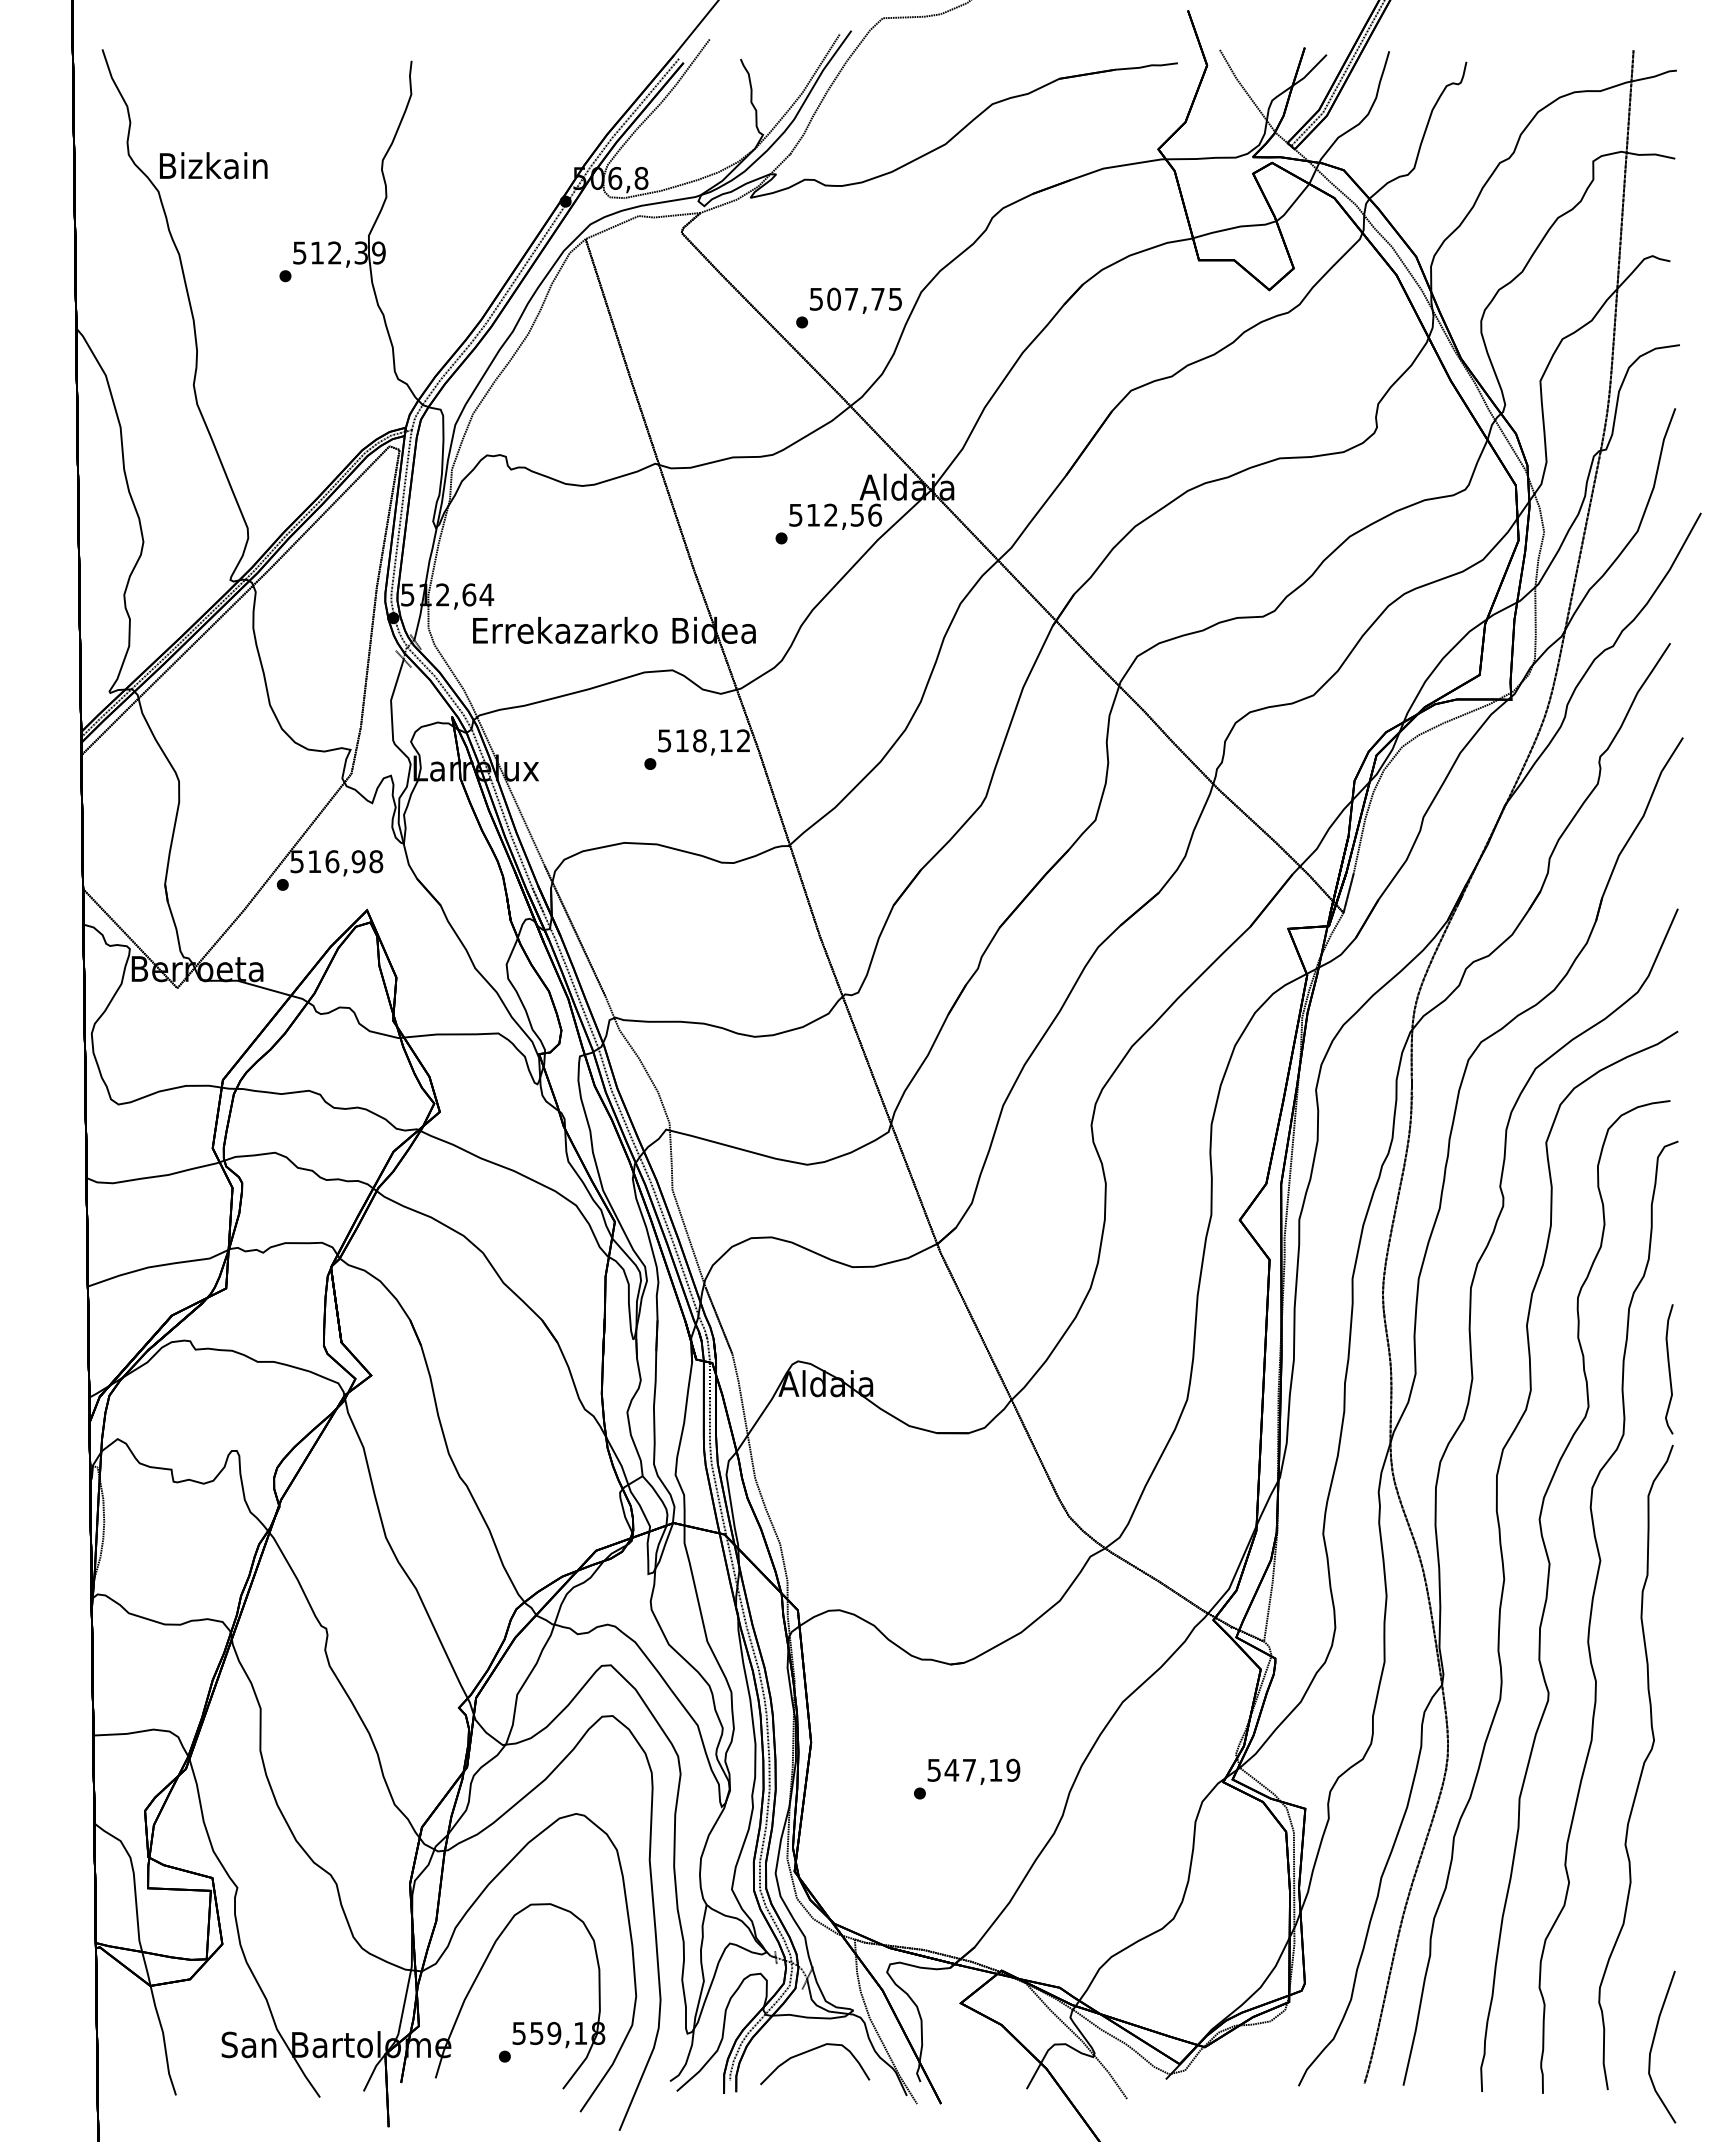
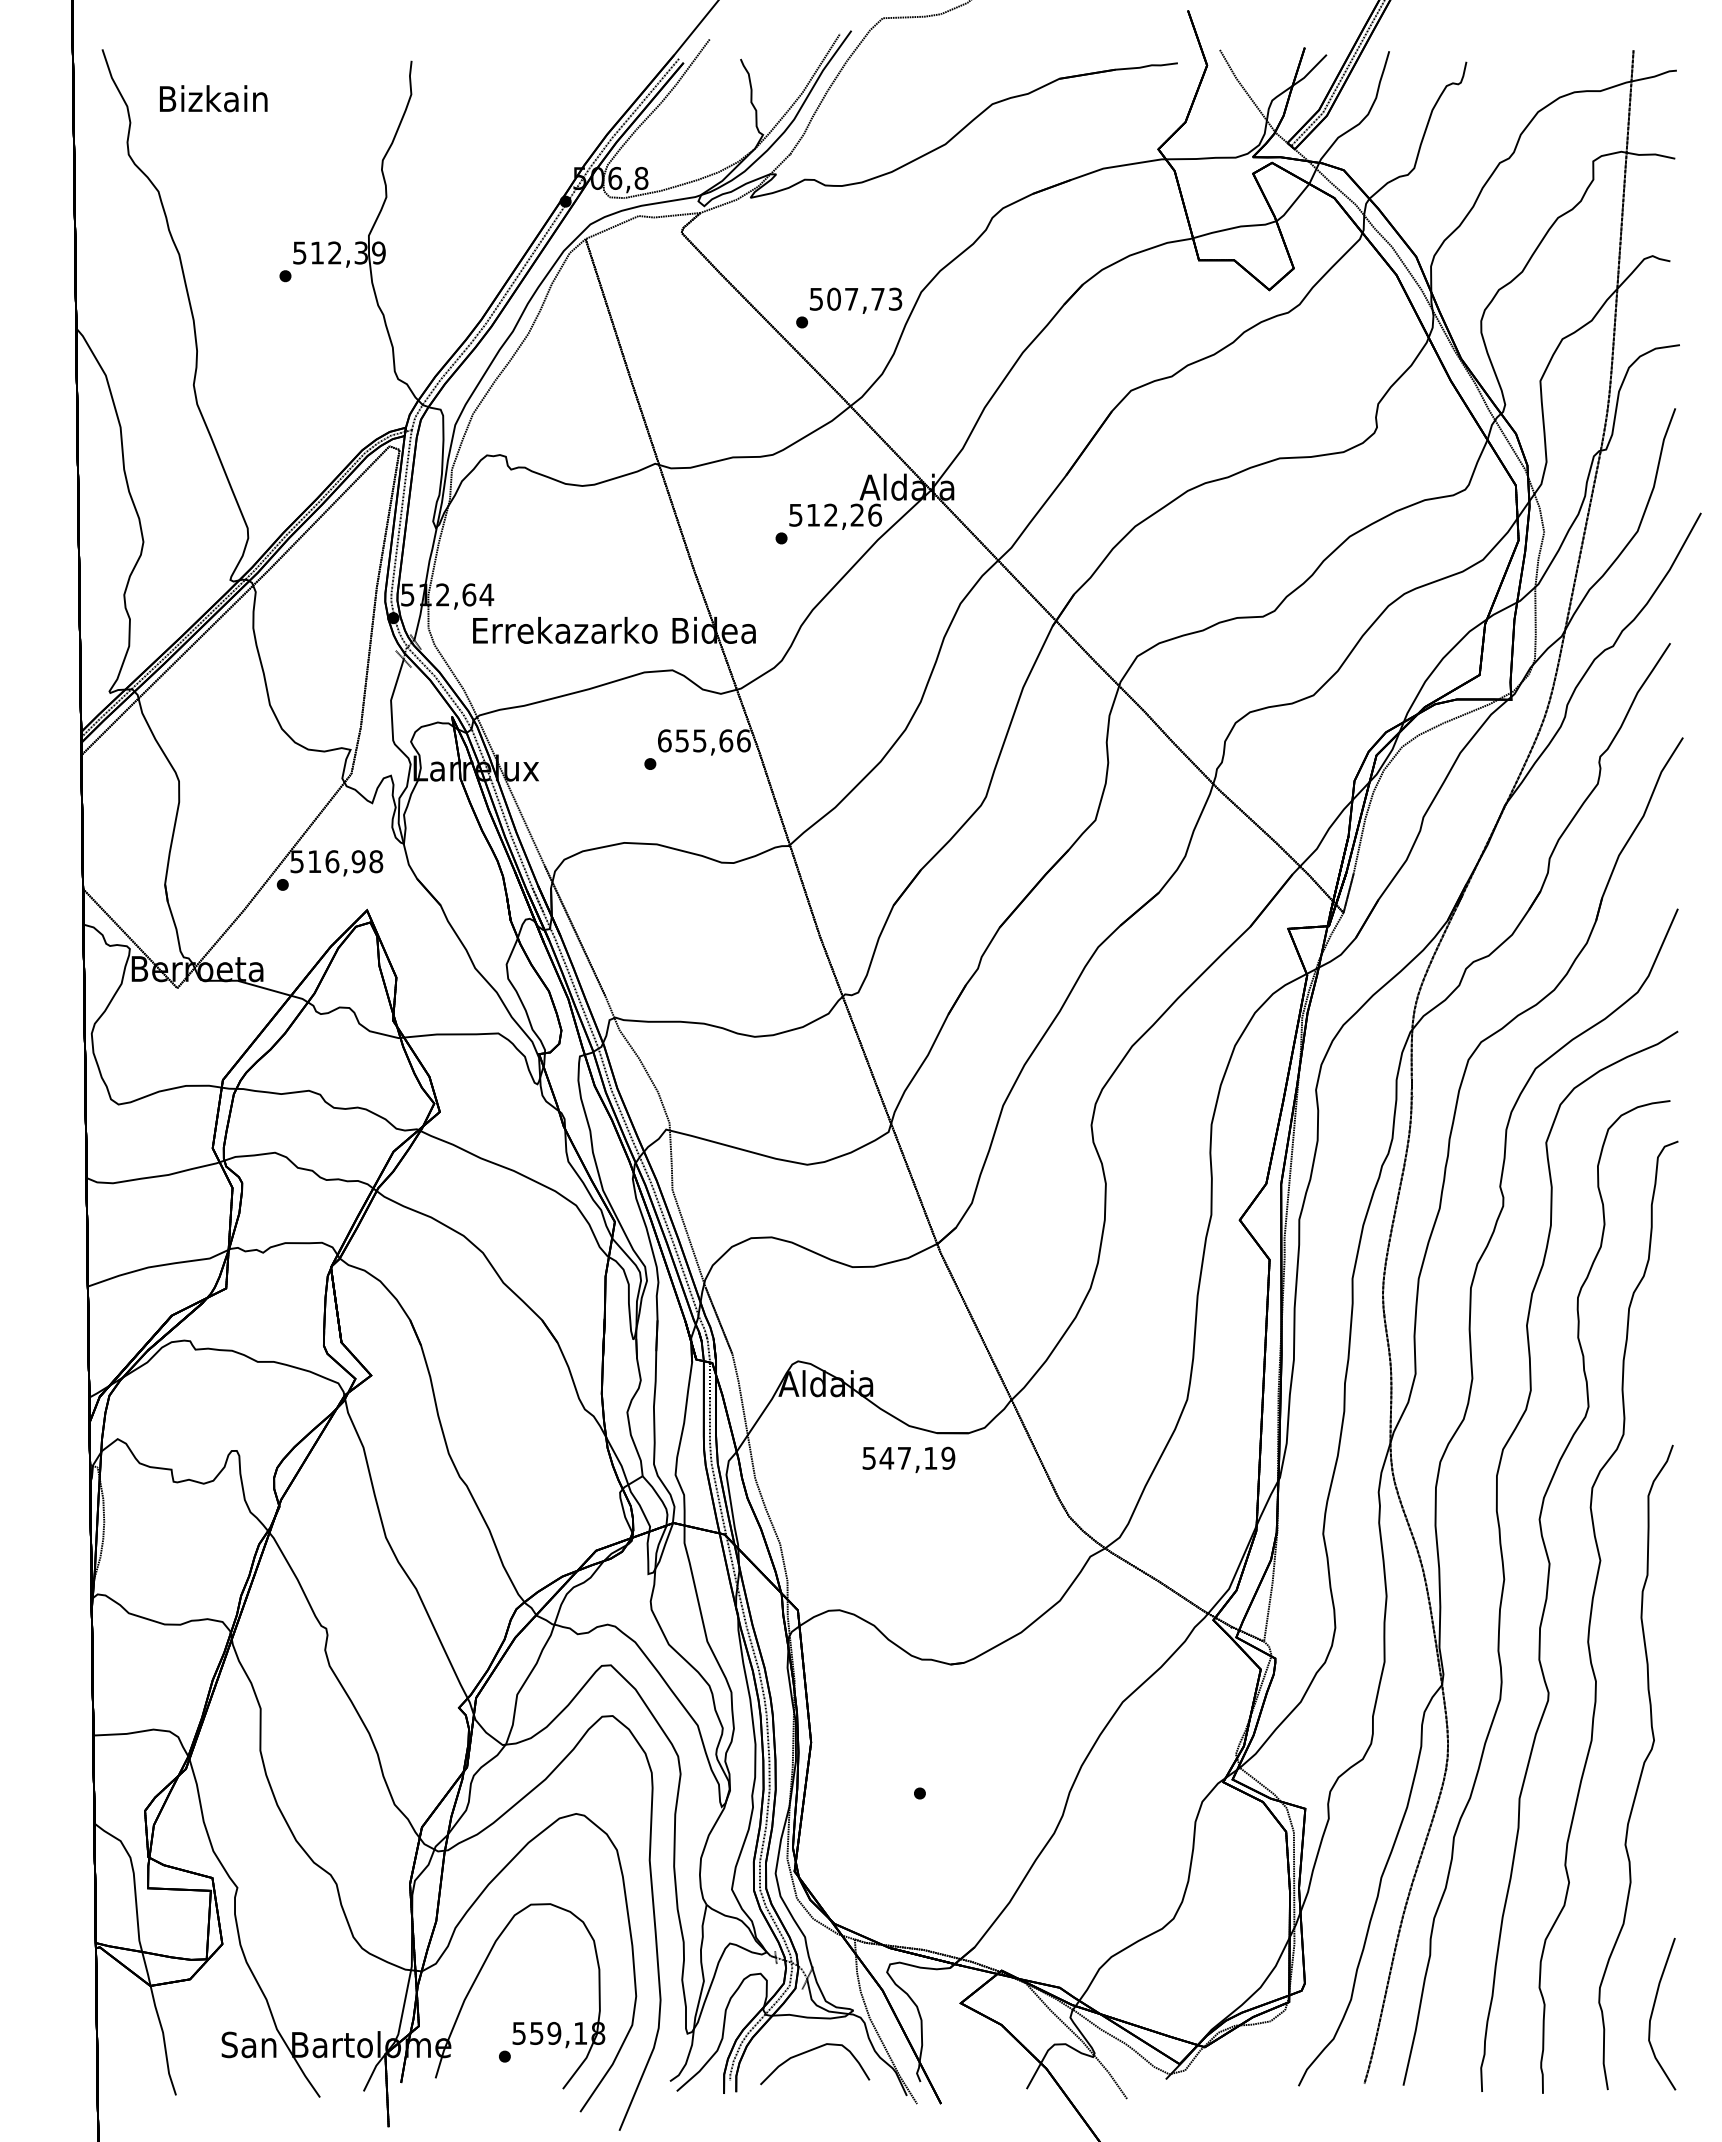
text at (213, 165) position: (213, 165) -> (213, 98)
text at (895, 298): 507,75 -> 507,73
text at (856, 514): 512,56 -> 512,26
text at (704, 740): 518,12 -> 655,66
curve at (1669, 1369): present -> none
text at (973, 1771) position: (973, 1771) -> (908, 1459)
curve at (1653, 2045) position: (1653, 2045) -> (1653, 2012)
